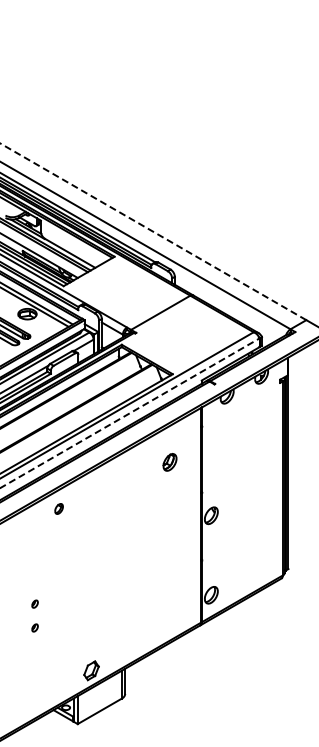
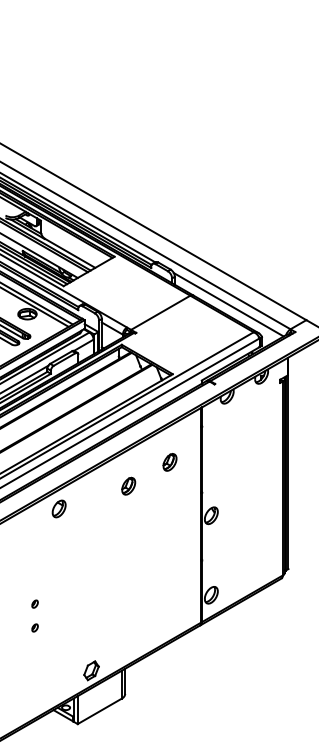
line at (153, 231): dashed -> solid
line at (228, 304): none -> present
line at (130, 412): dashed -> solid
part at (128, 485): none -> present
part at (58, 508) size: 10x12 px -> 16x20 px
